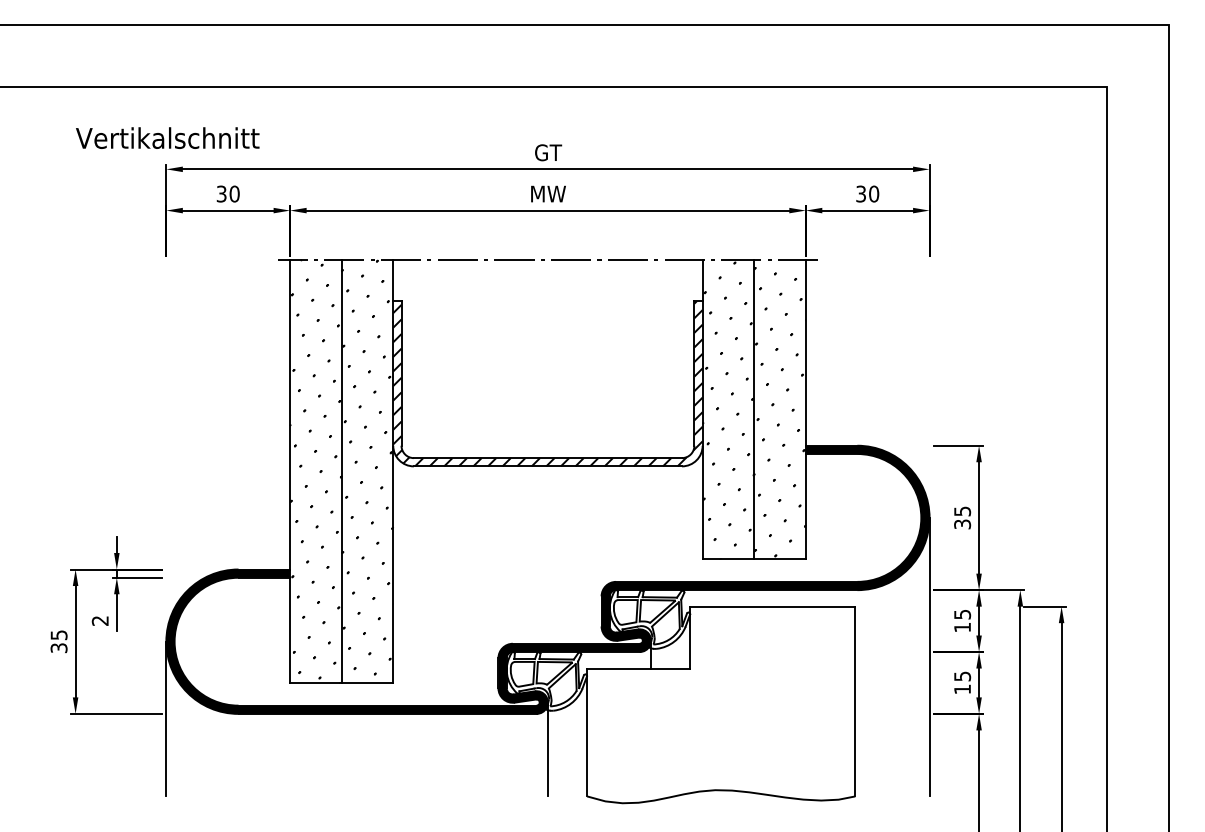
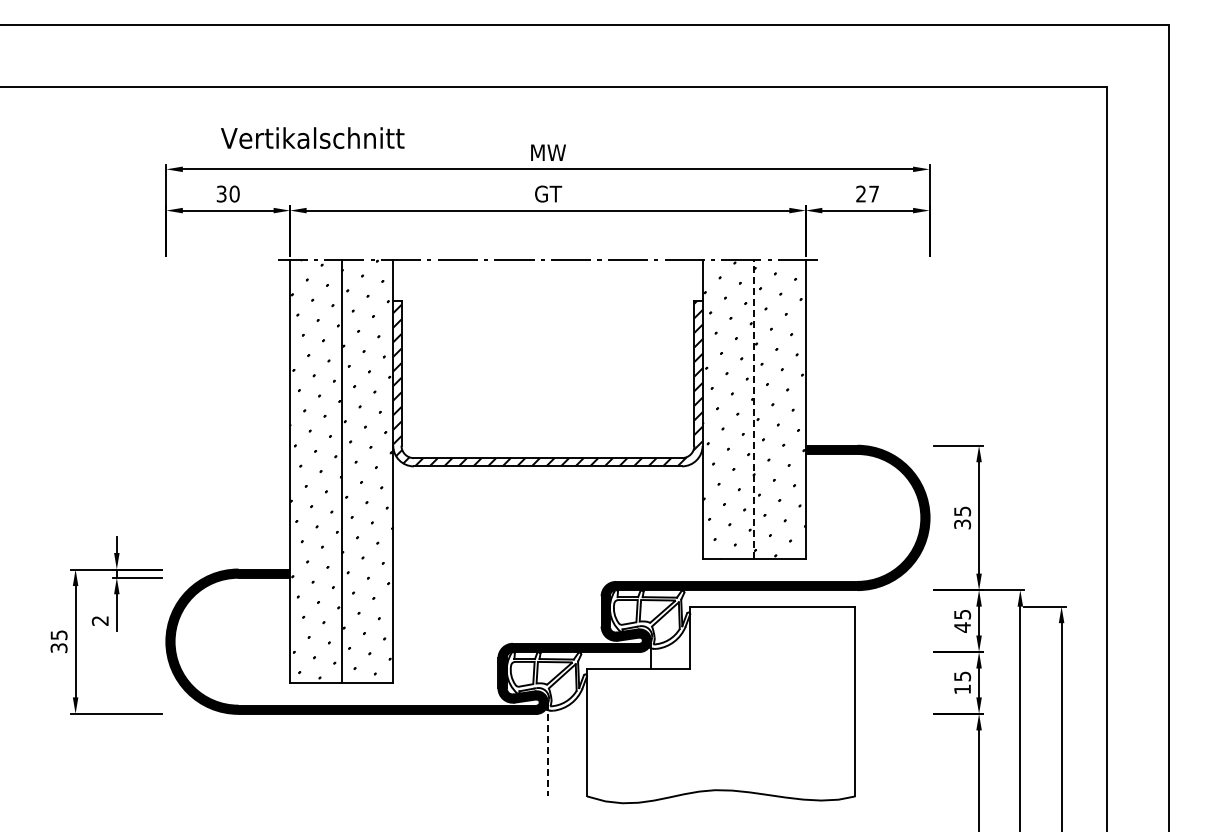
text at (167, 137) position: (167, 137) -> (312, 137)
text at (548, 152): GT -> MW
text at (548, 193): MW -> GT
text at (867, 193): 30 -> 27
line at (754, 409): solid -> dashed
text at (962, 627): 15 -> 45
line at (929, 656): present -> none
line at (166, 718): present -> none
line at (547, 749): solid -> dashed
